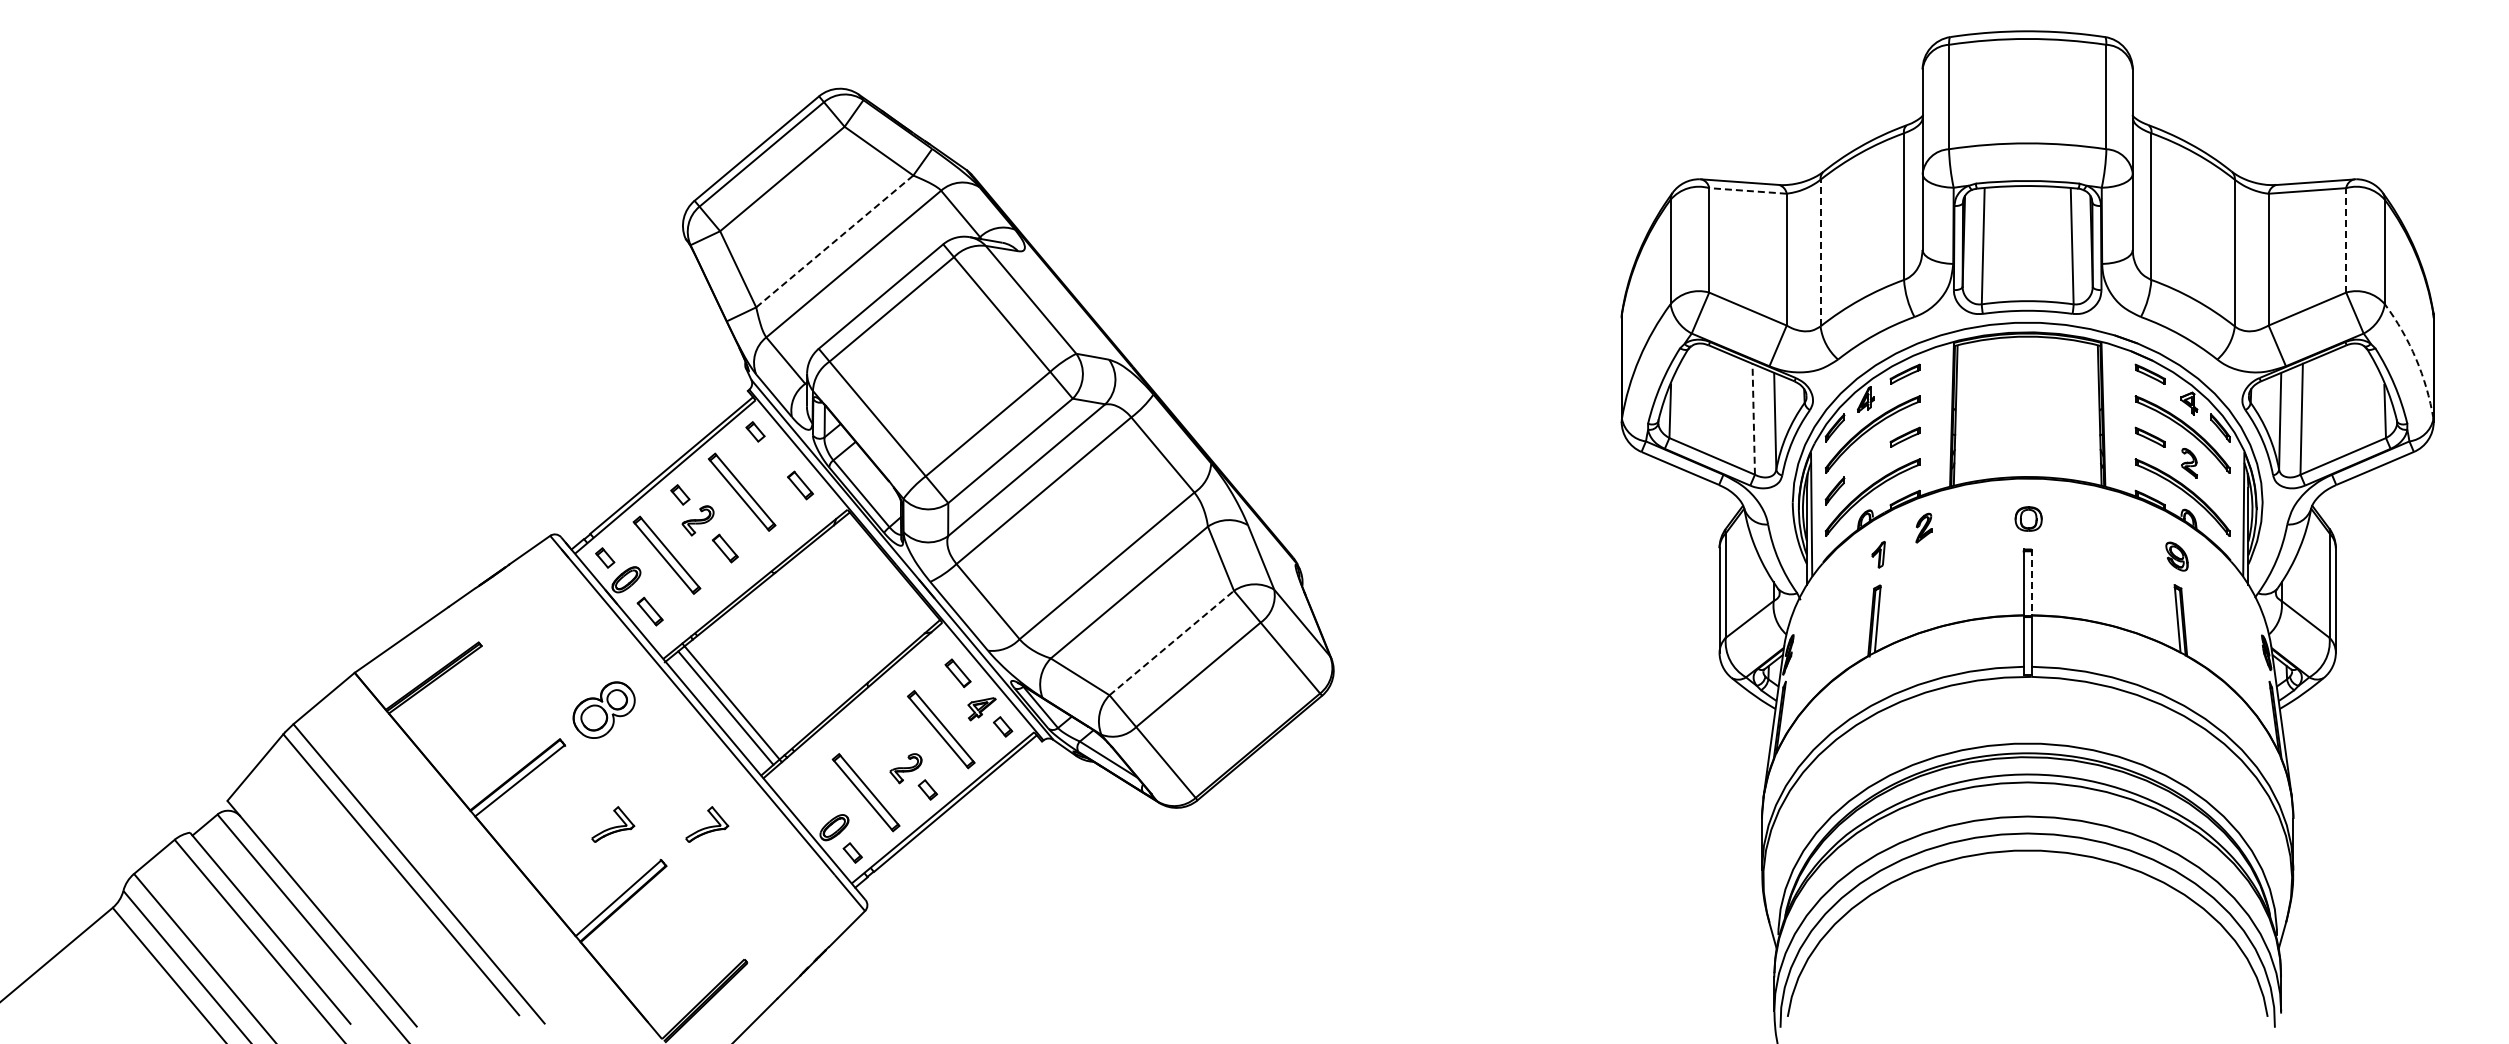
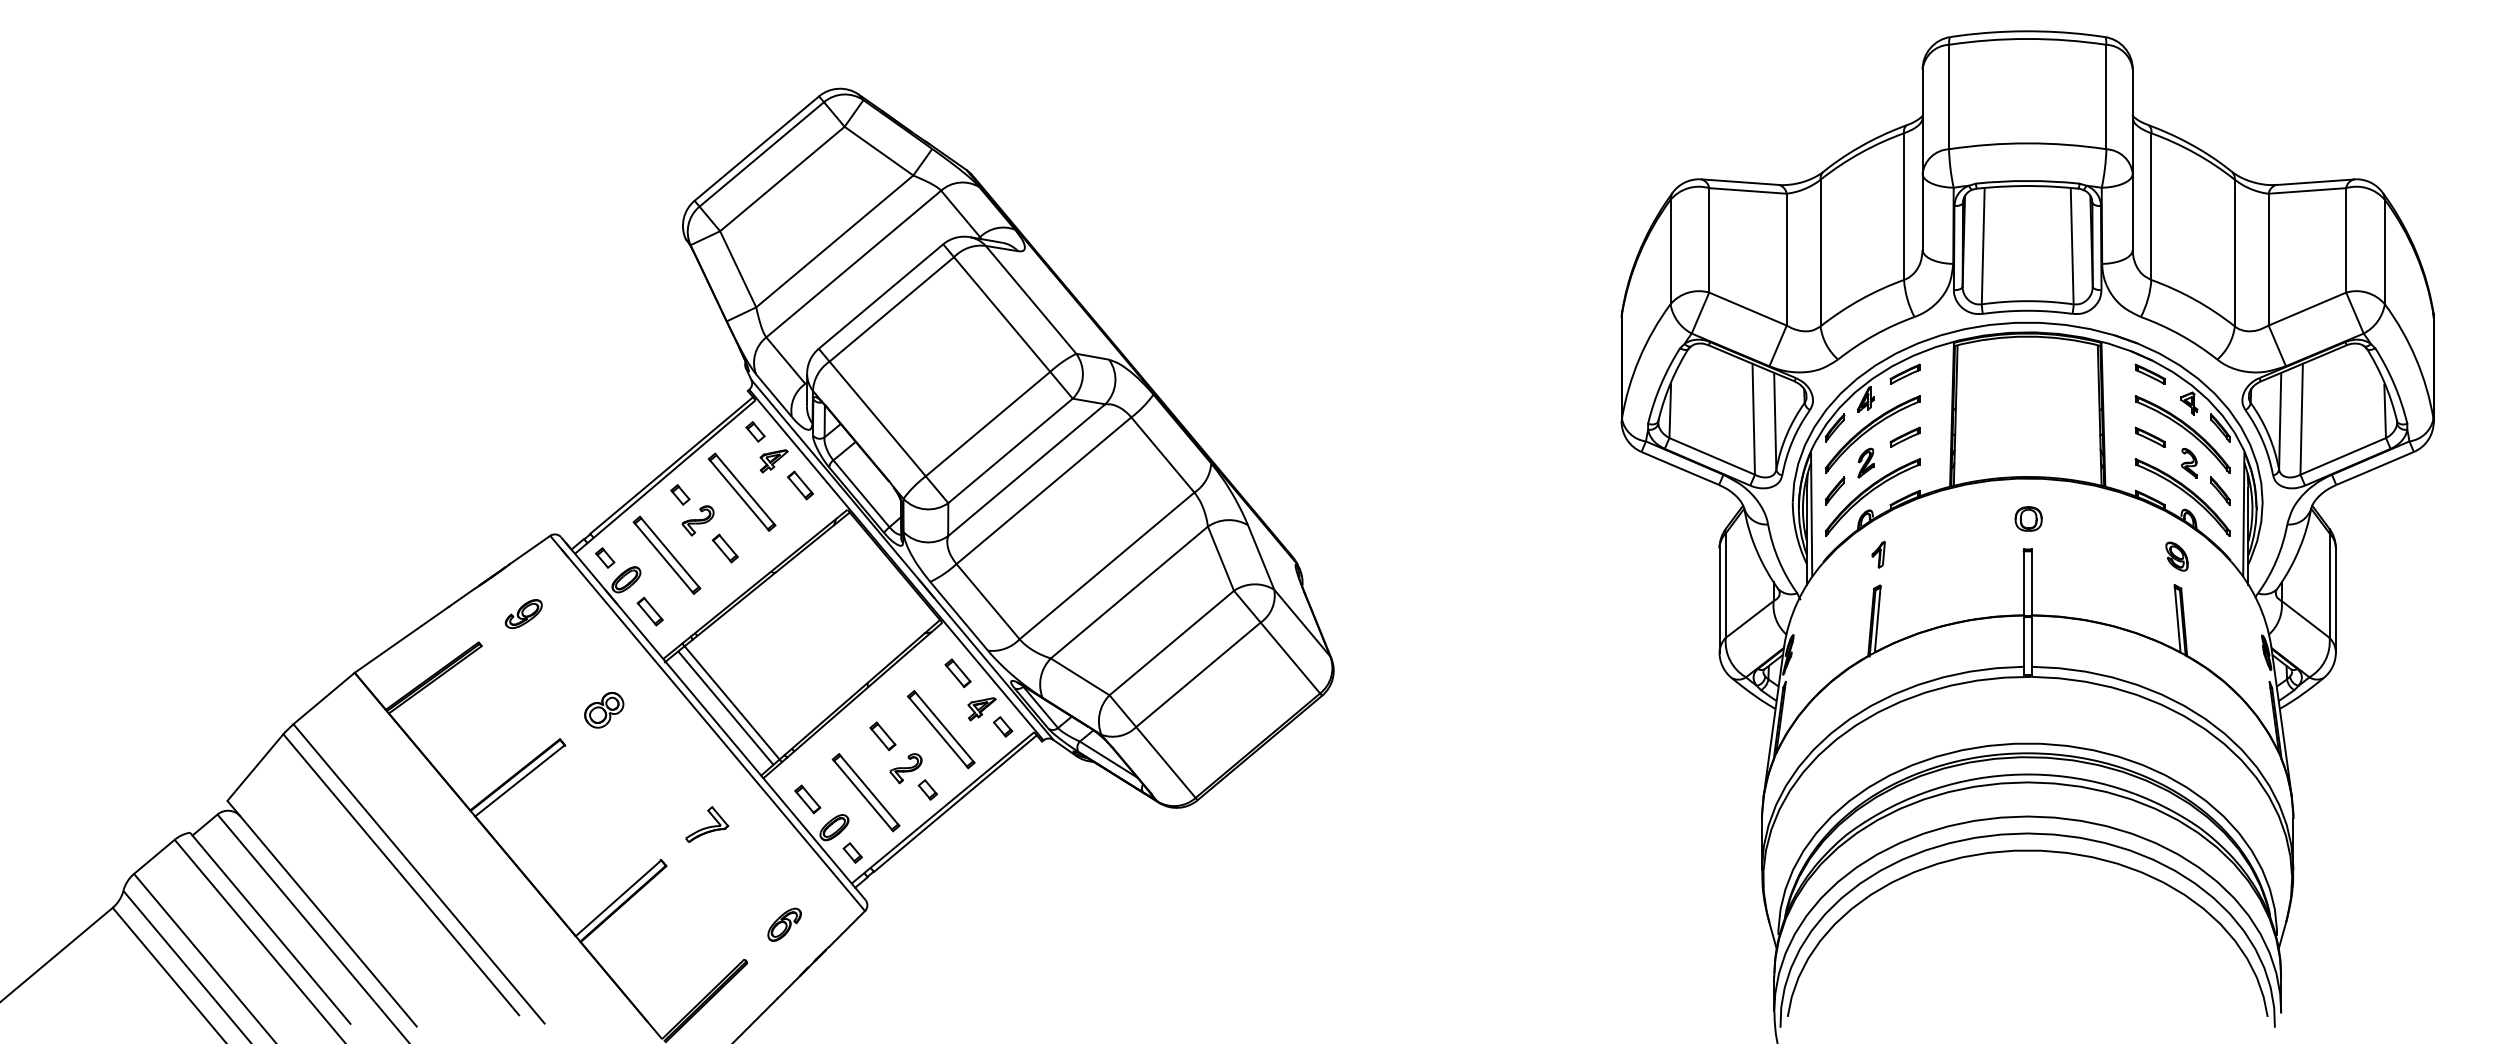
line at (1748, 190): dashed -> solid
line at (2346, 239): dashed -> solid
line at (834, 241): dashed -> solid
line at (1820, 252): dashed -> solid
arc at (2415, 358): dashed -> solid
line at (1753, 419): dashed -> solid
part at (773, 461): none -> present
part at (2220, 490): none -> present
part at (1923, 527) position: (1923, 527) -> (1865, 462)
line at (2031, 582): dashed -> solid
part at (523, 613): none -> present
line at (1172, 642): dashed -> solid
part at (603, 709) size: 64x58 px -> 41x37 px
part at (882, 736): none -> present
part at (807, 799): none -> present
part at (613, 824): present -> none
part at (784, 924): none -> present
